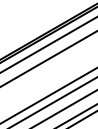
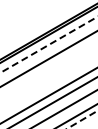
line at (48, 45): solid -> dashed
line at (82, 119): solid -> dashed
